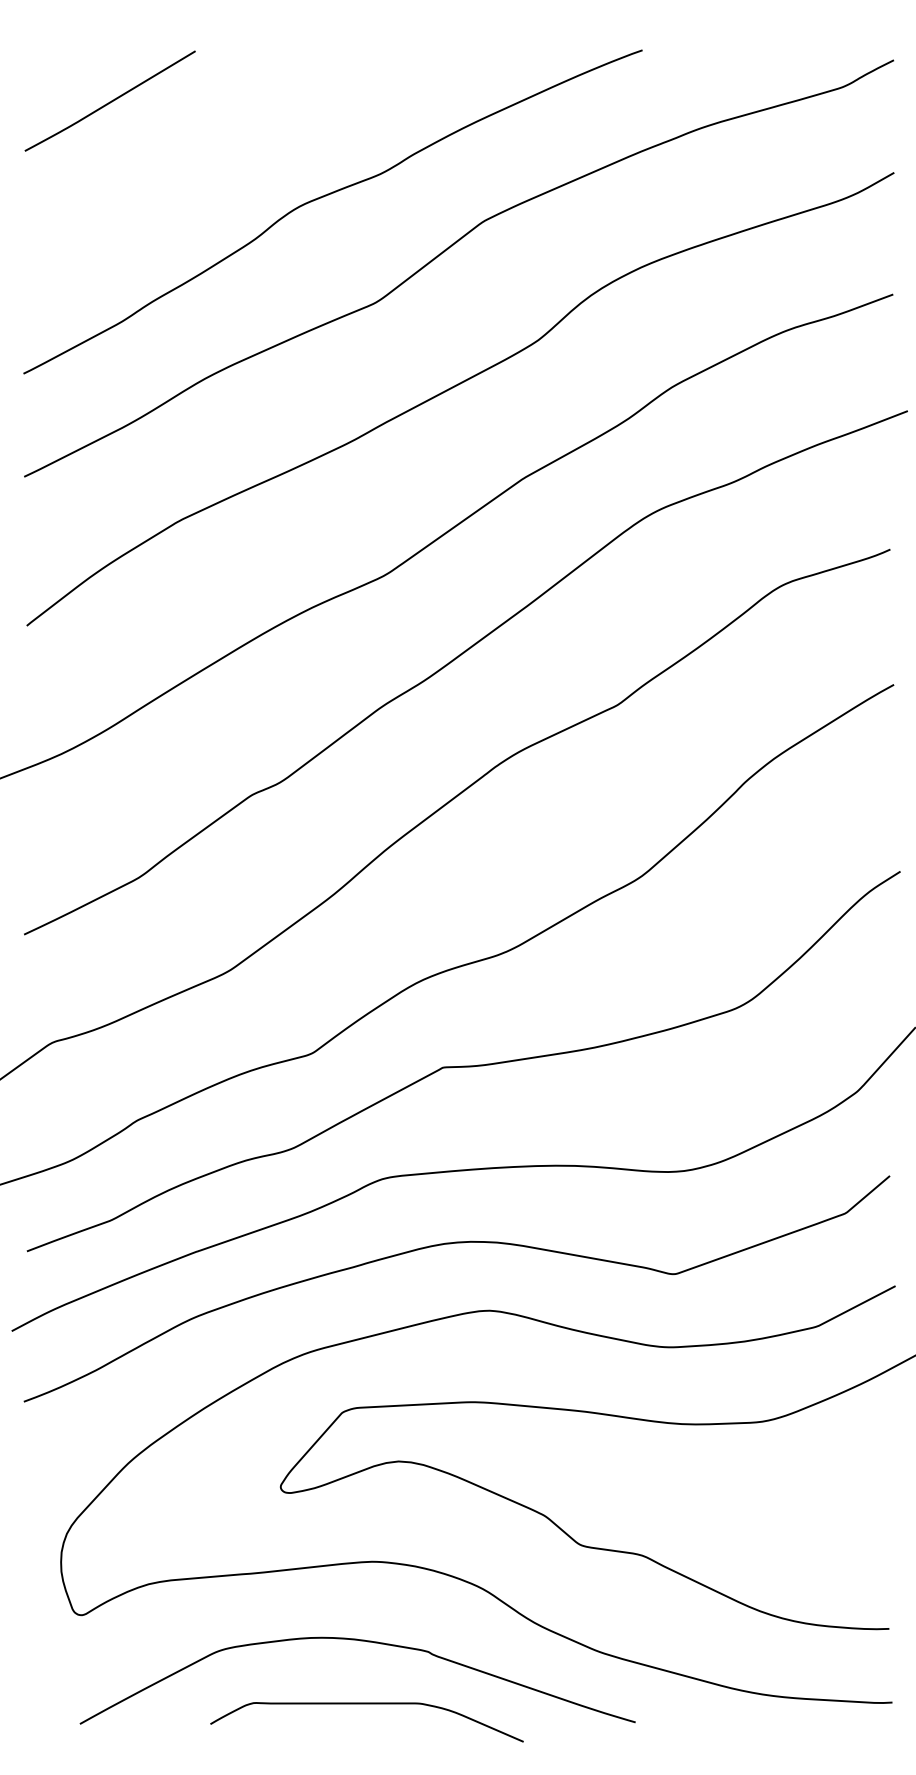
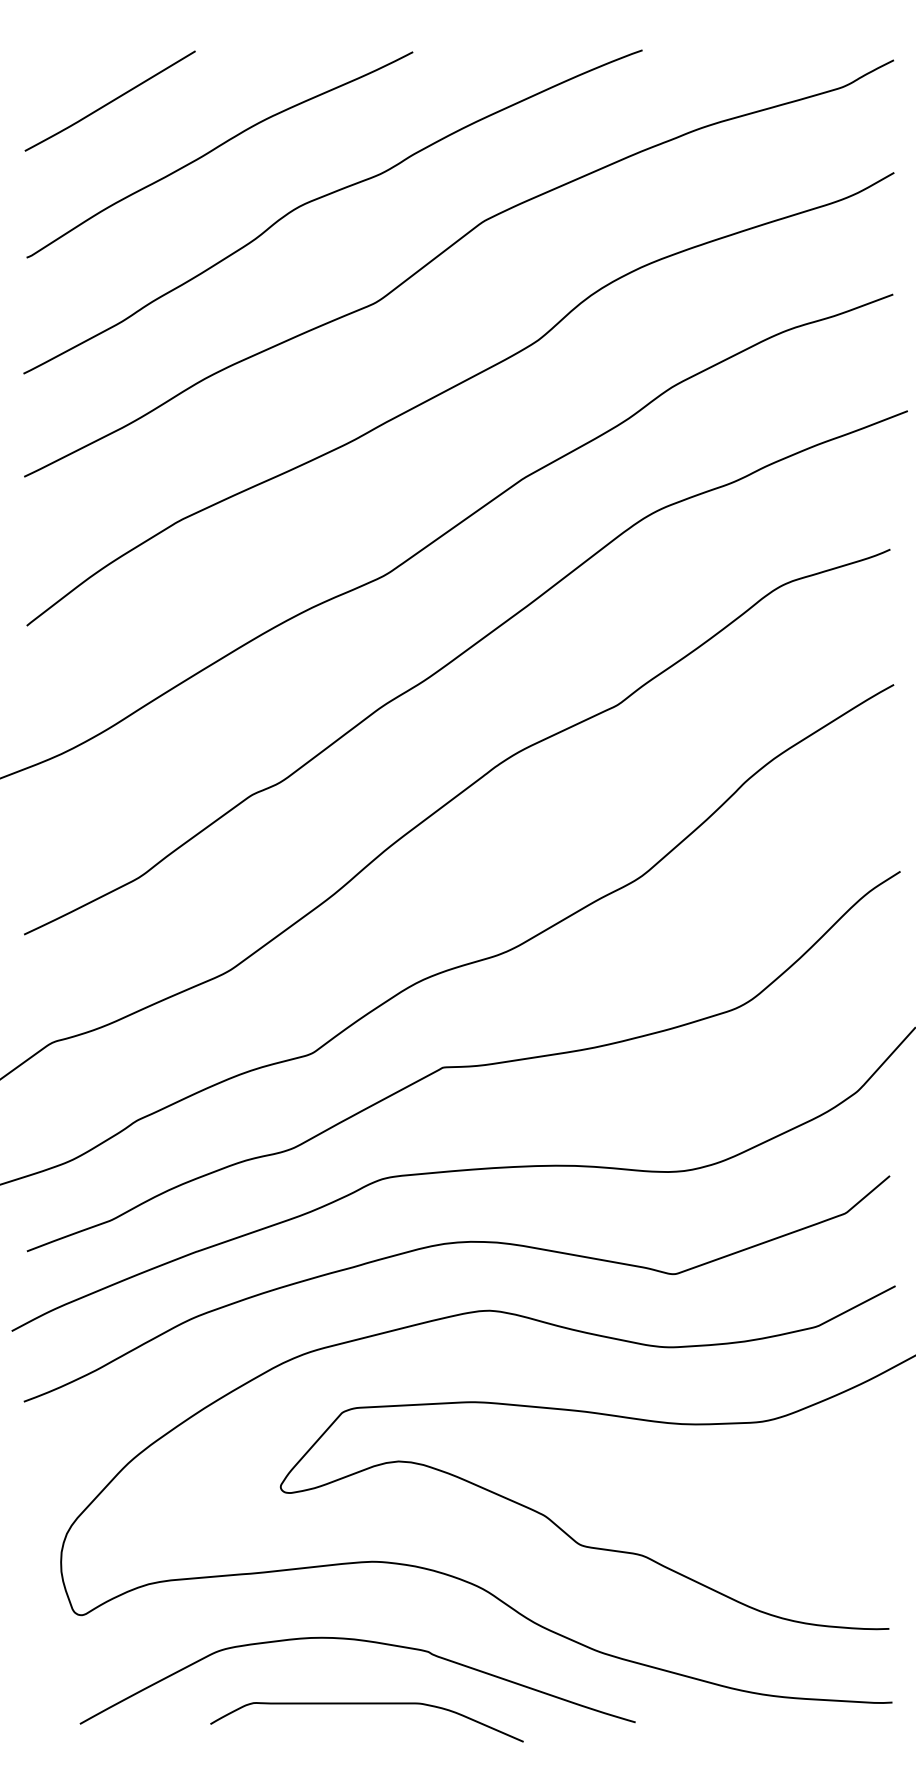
curve at (217, 148): none -> present
